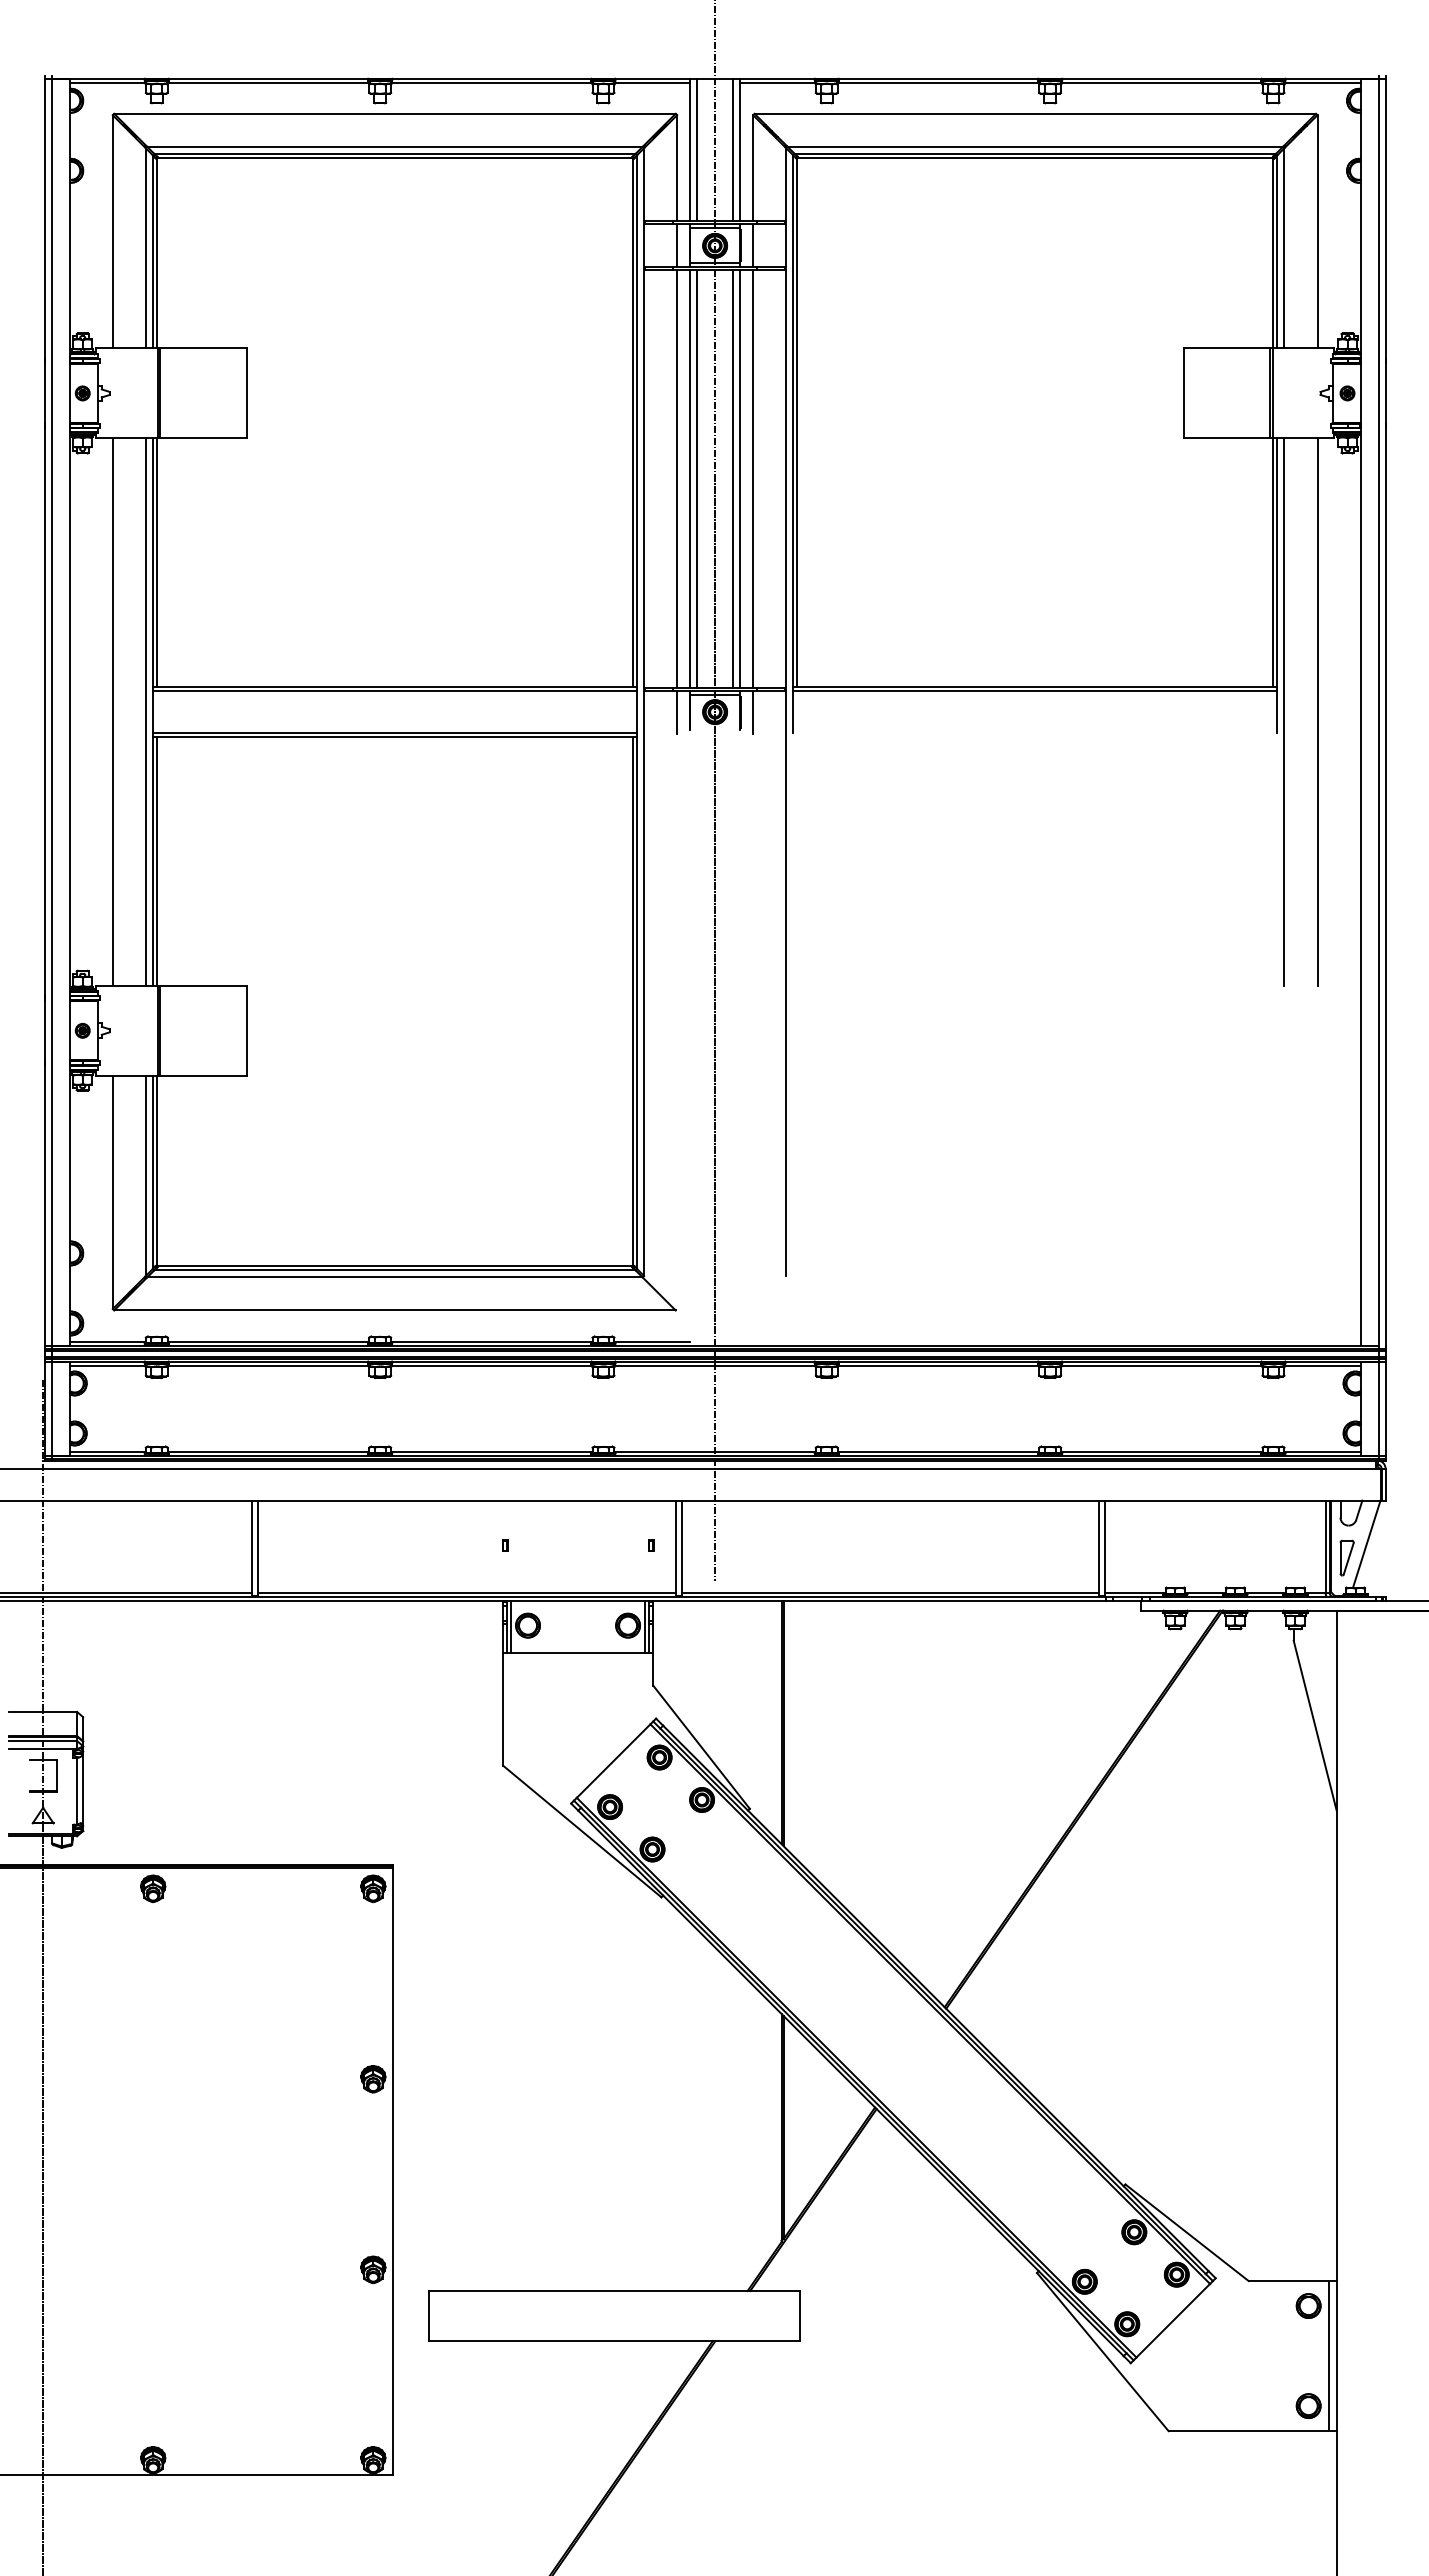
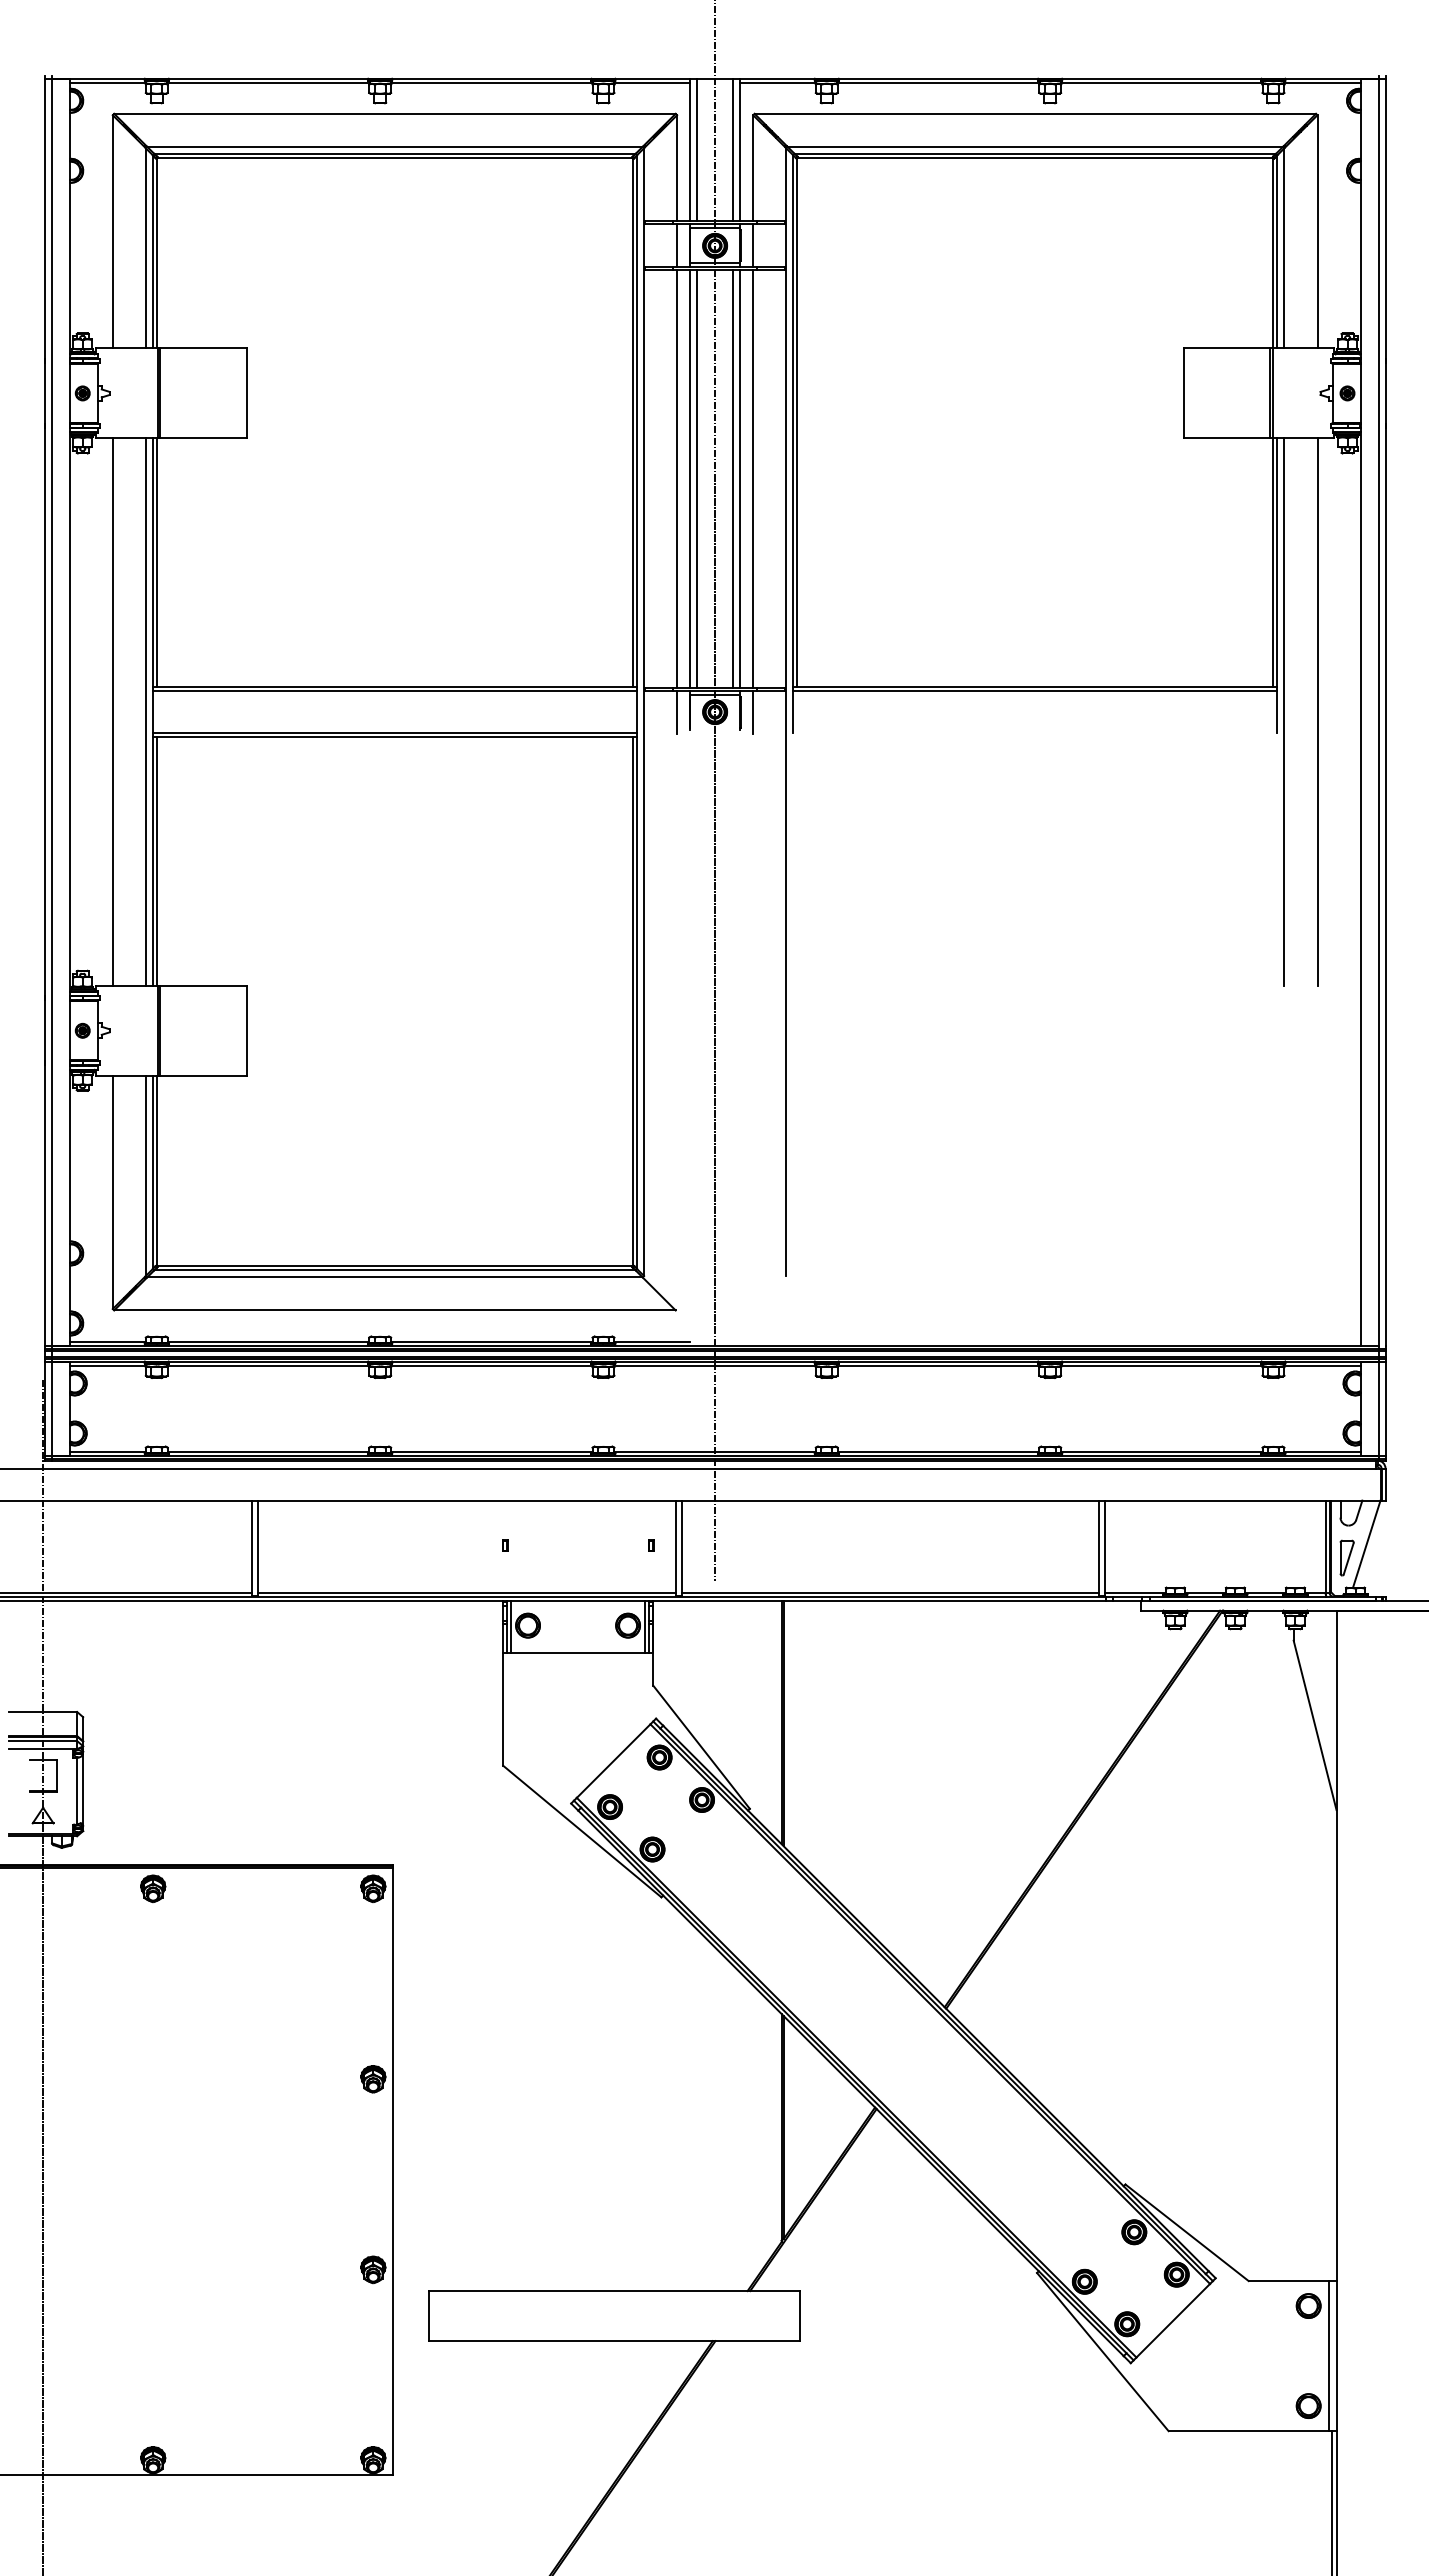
line at (1331, 2501): none -> present
